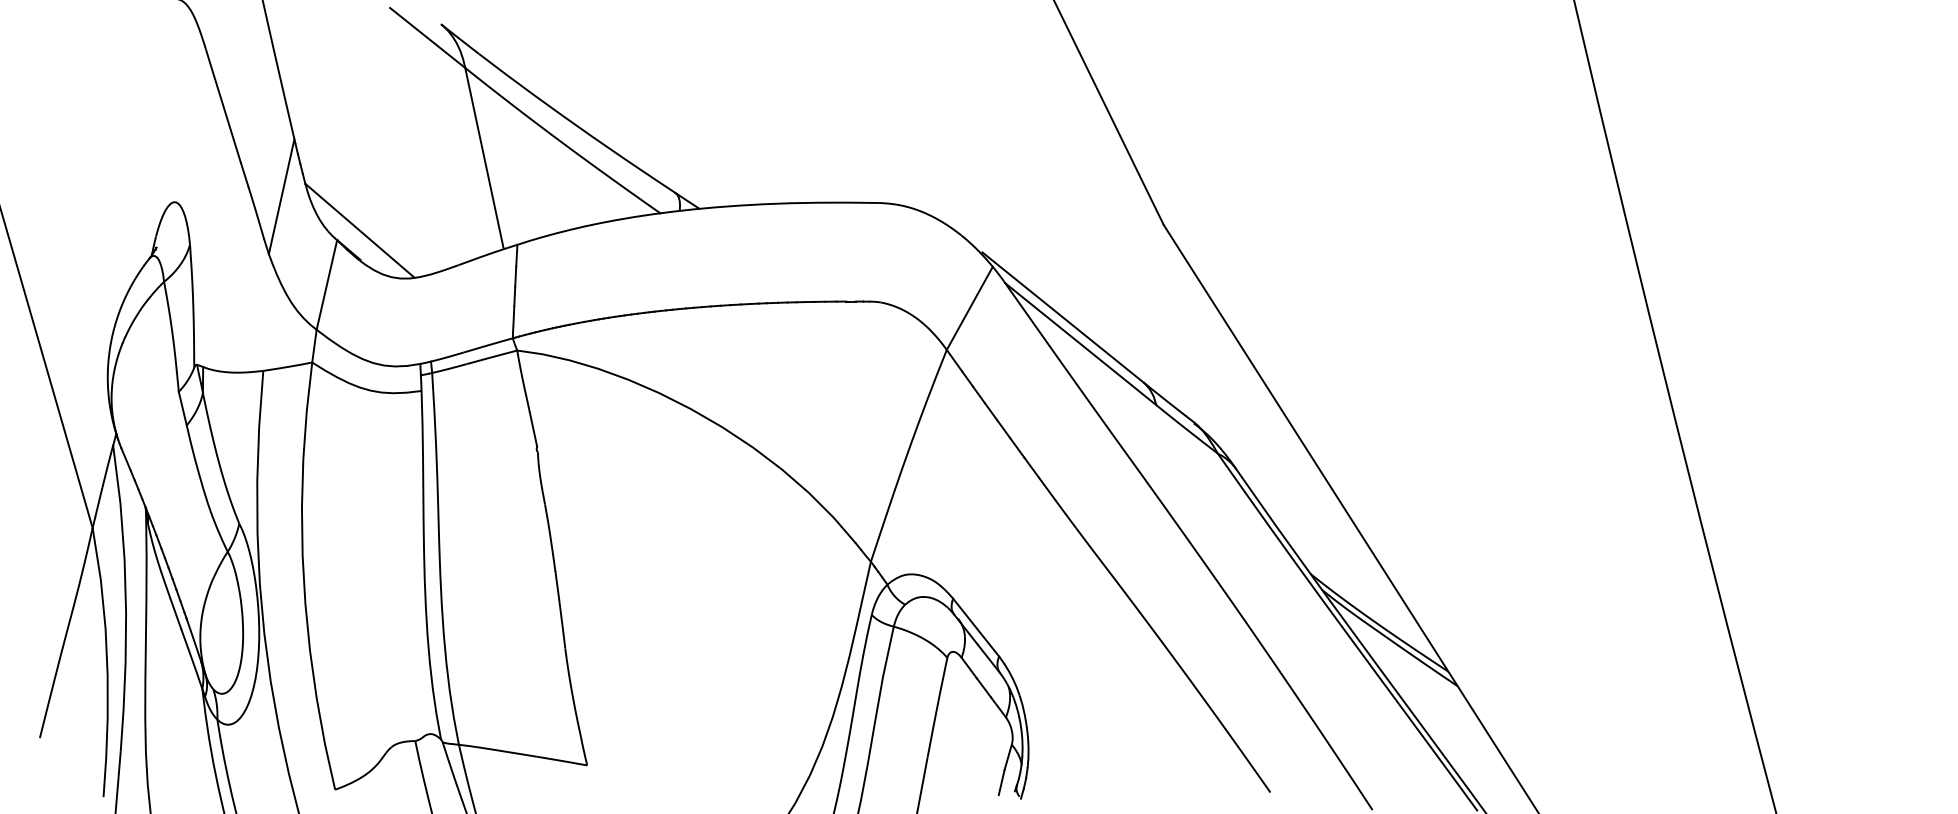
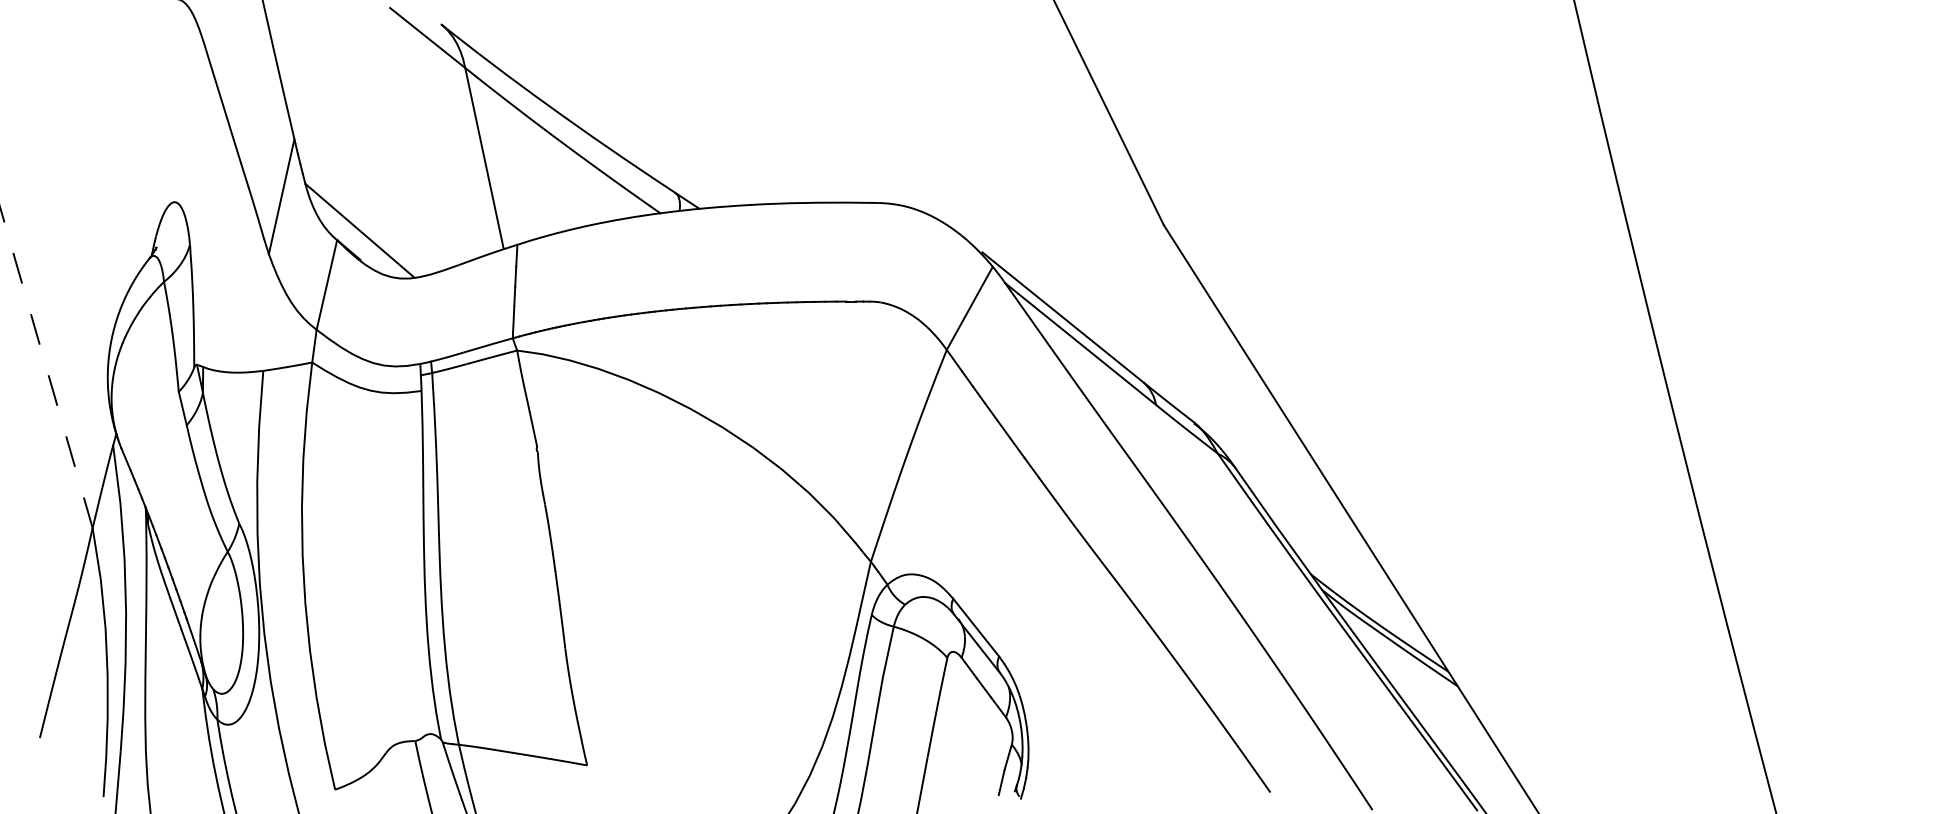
line at (46, 367): solid -> dashed
